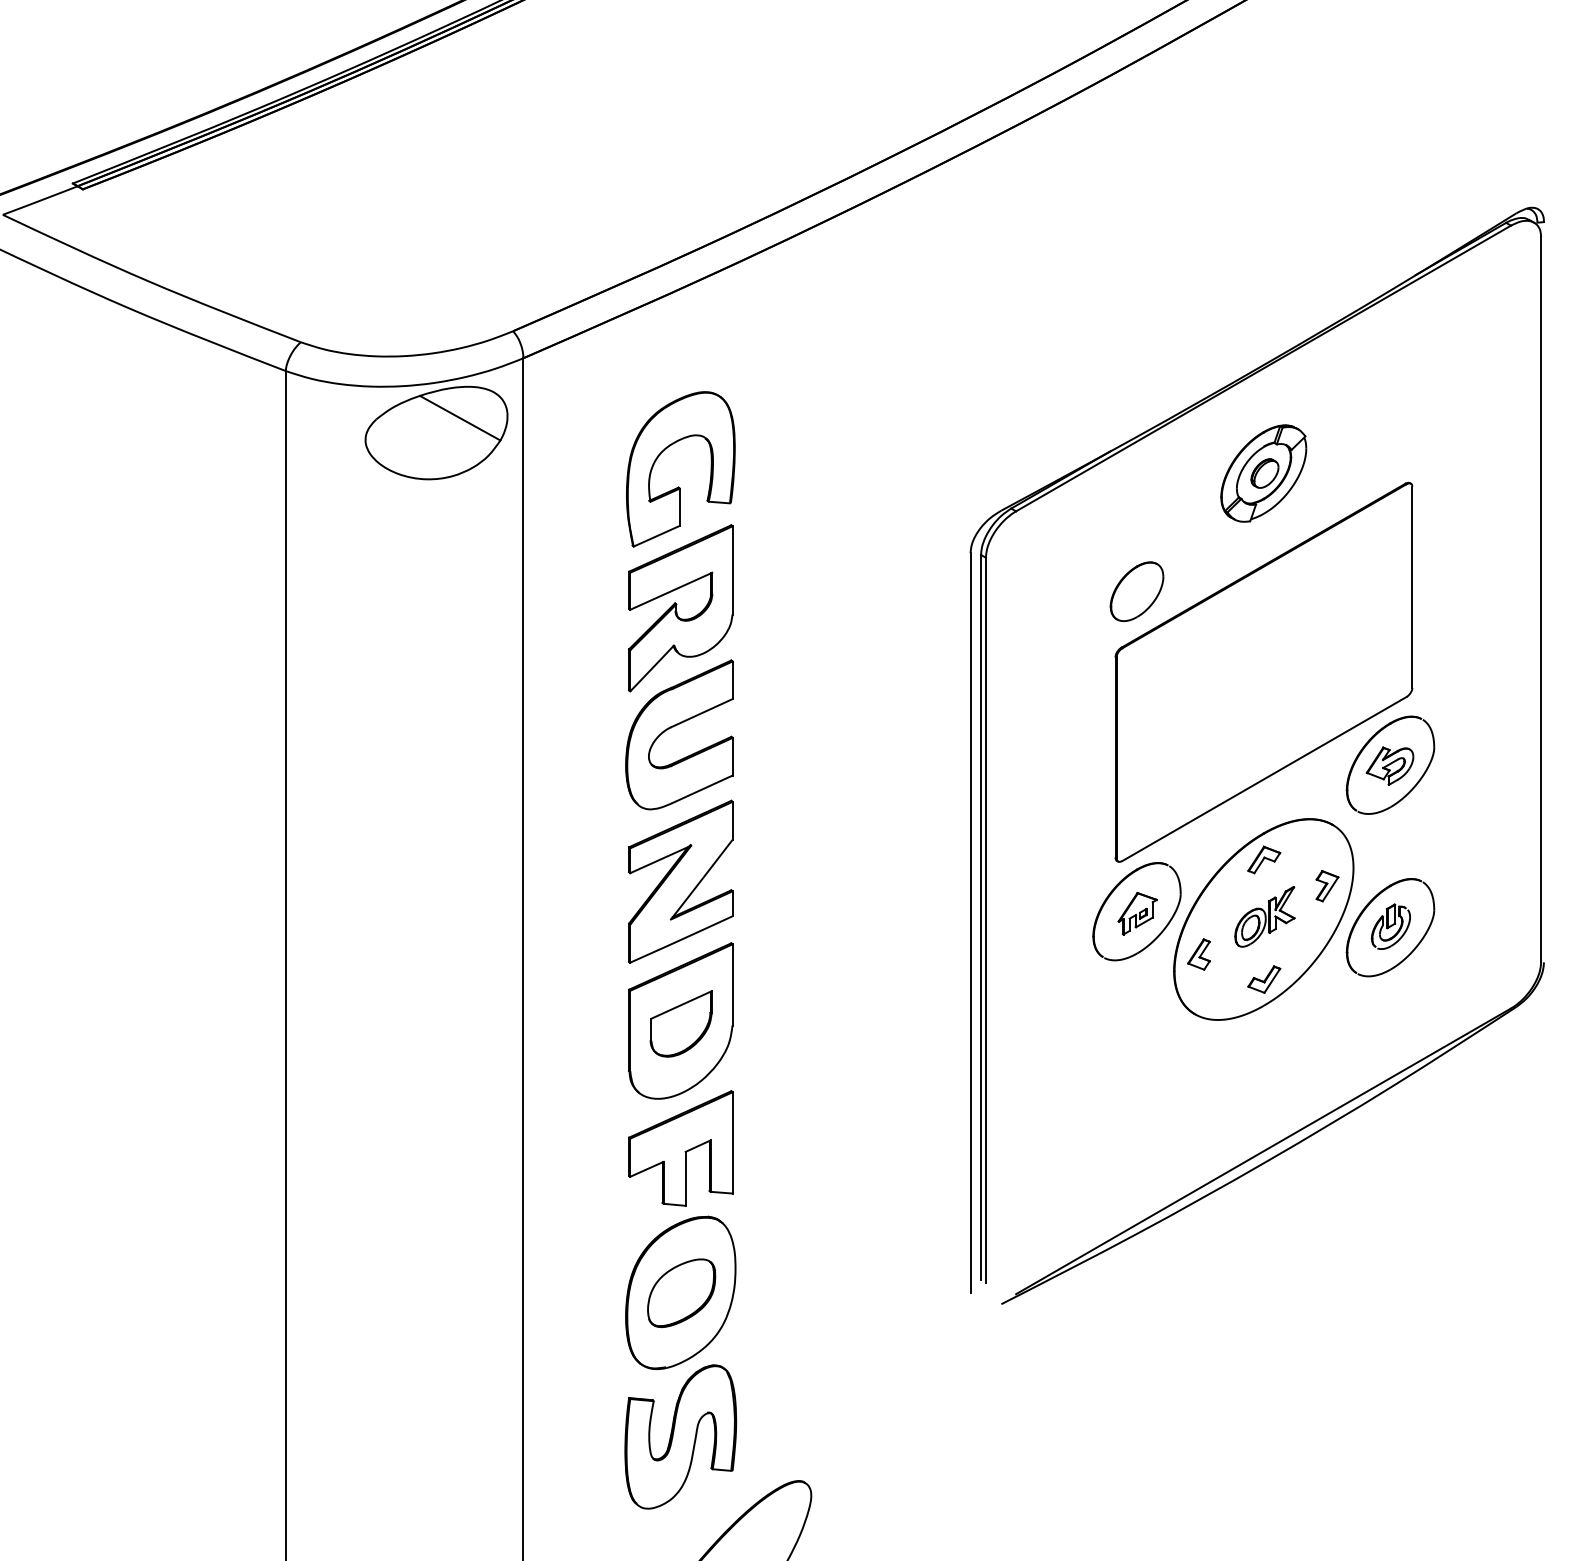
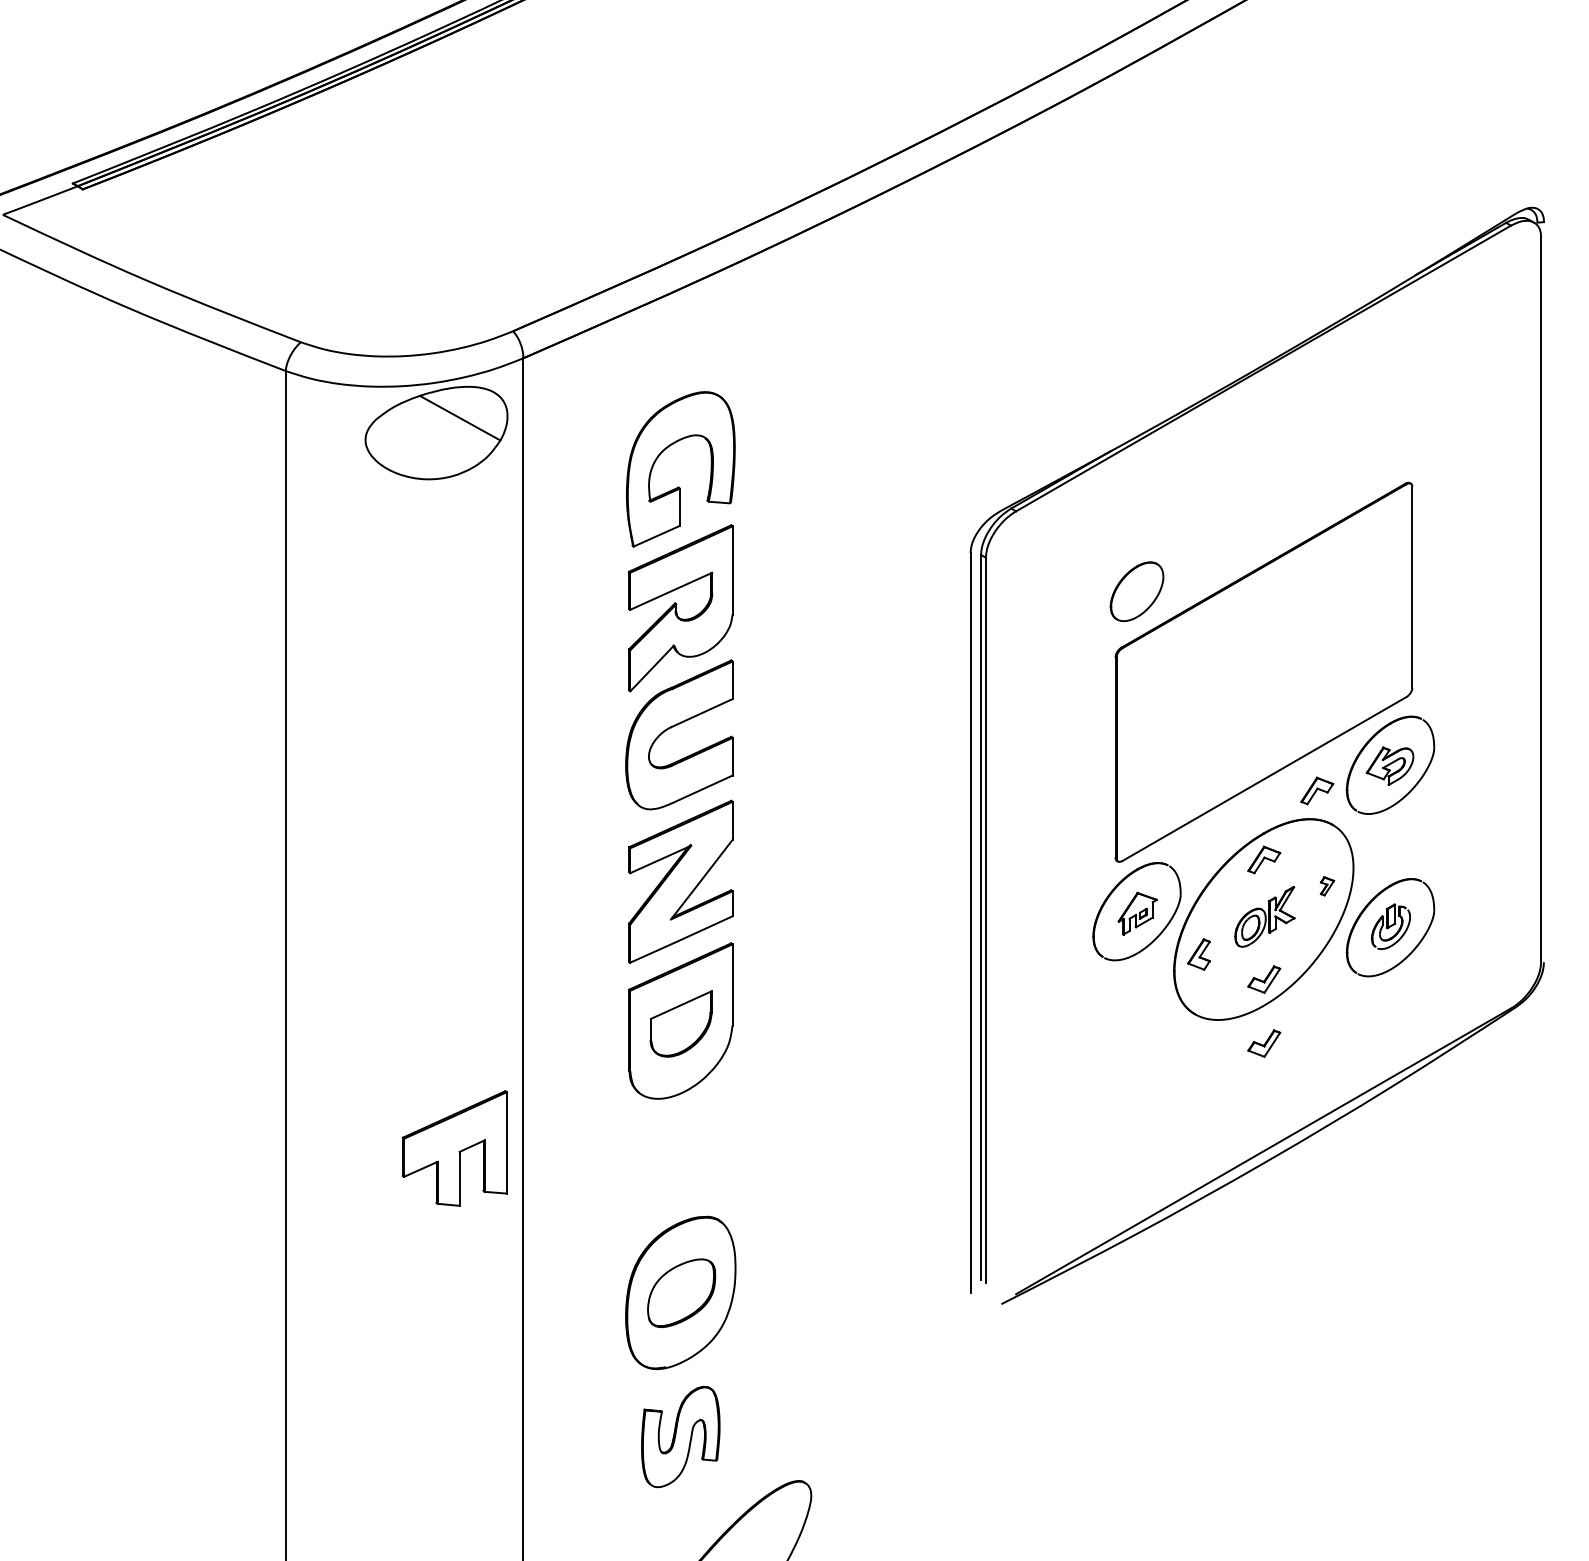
part at (1263, 473): present -> none
part at (1317, 790): none -> present
part at (1327, 886) size: 25x33 px -> 17x21 px
part at (1264, 1043): none -> present
part at (680, 1148) position: (680, 1148) -> (454, 1148)
part at (680, 1436) size: 114x146 px -> 80x104 px
